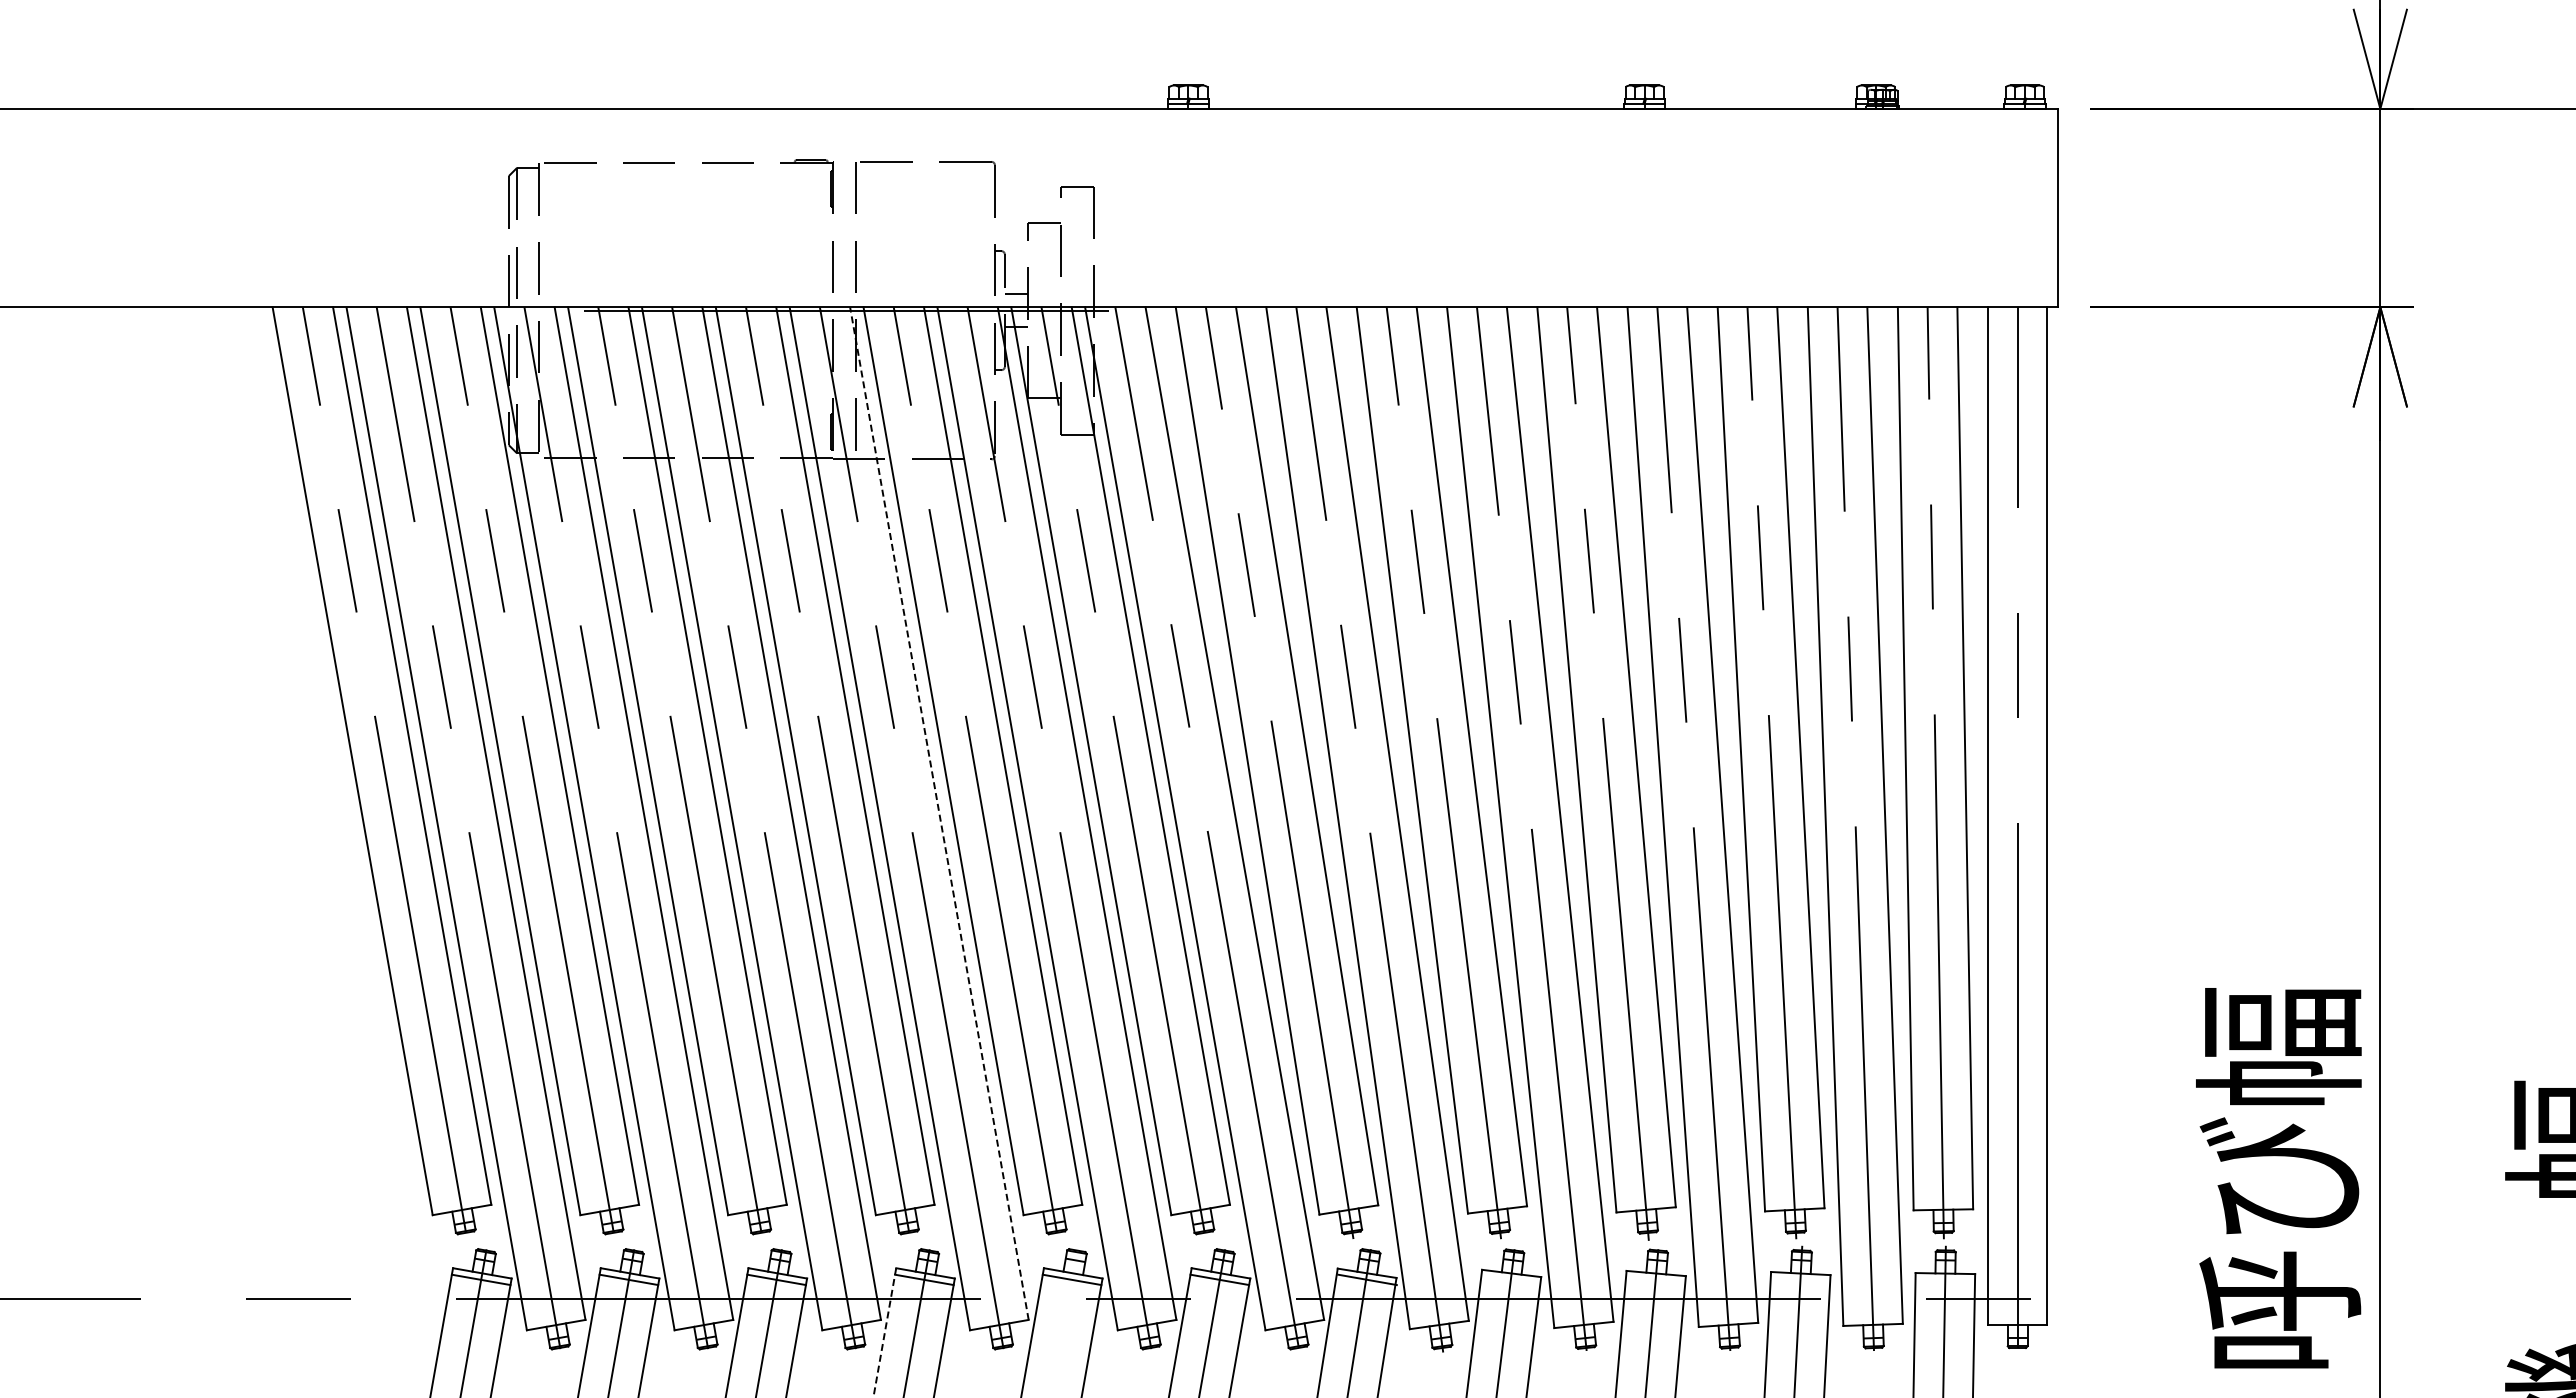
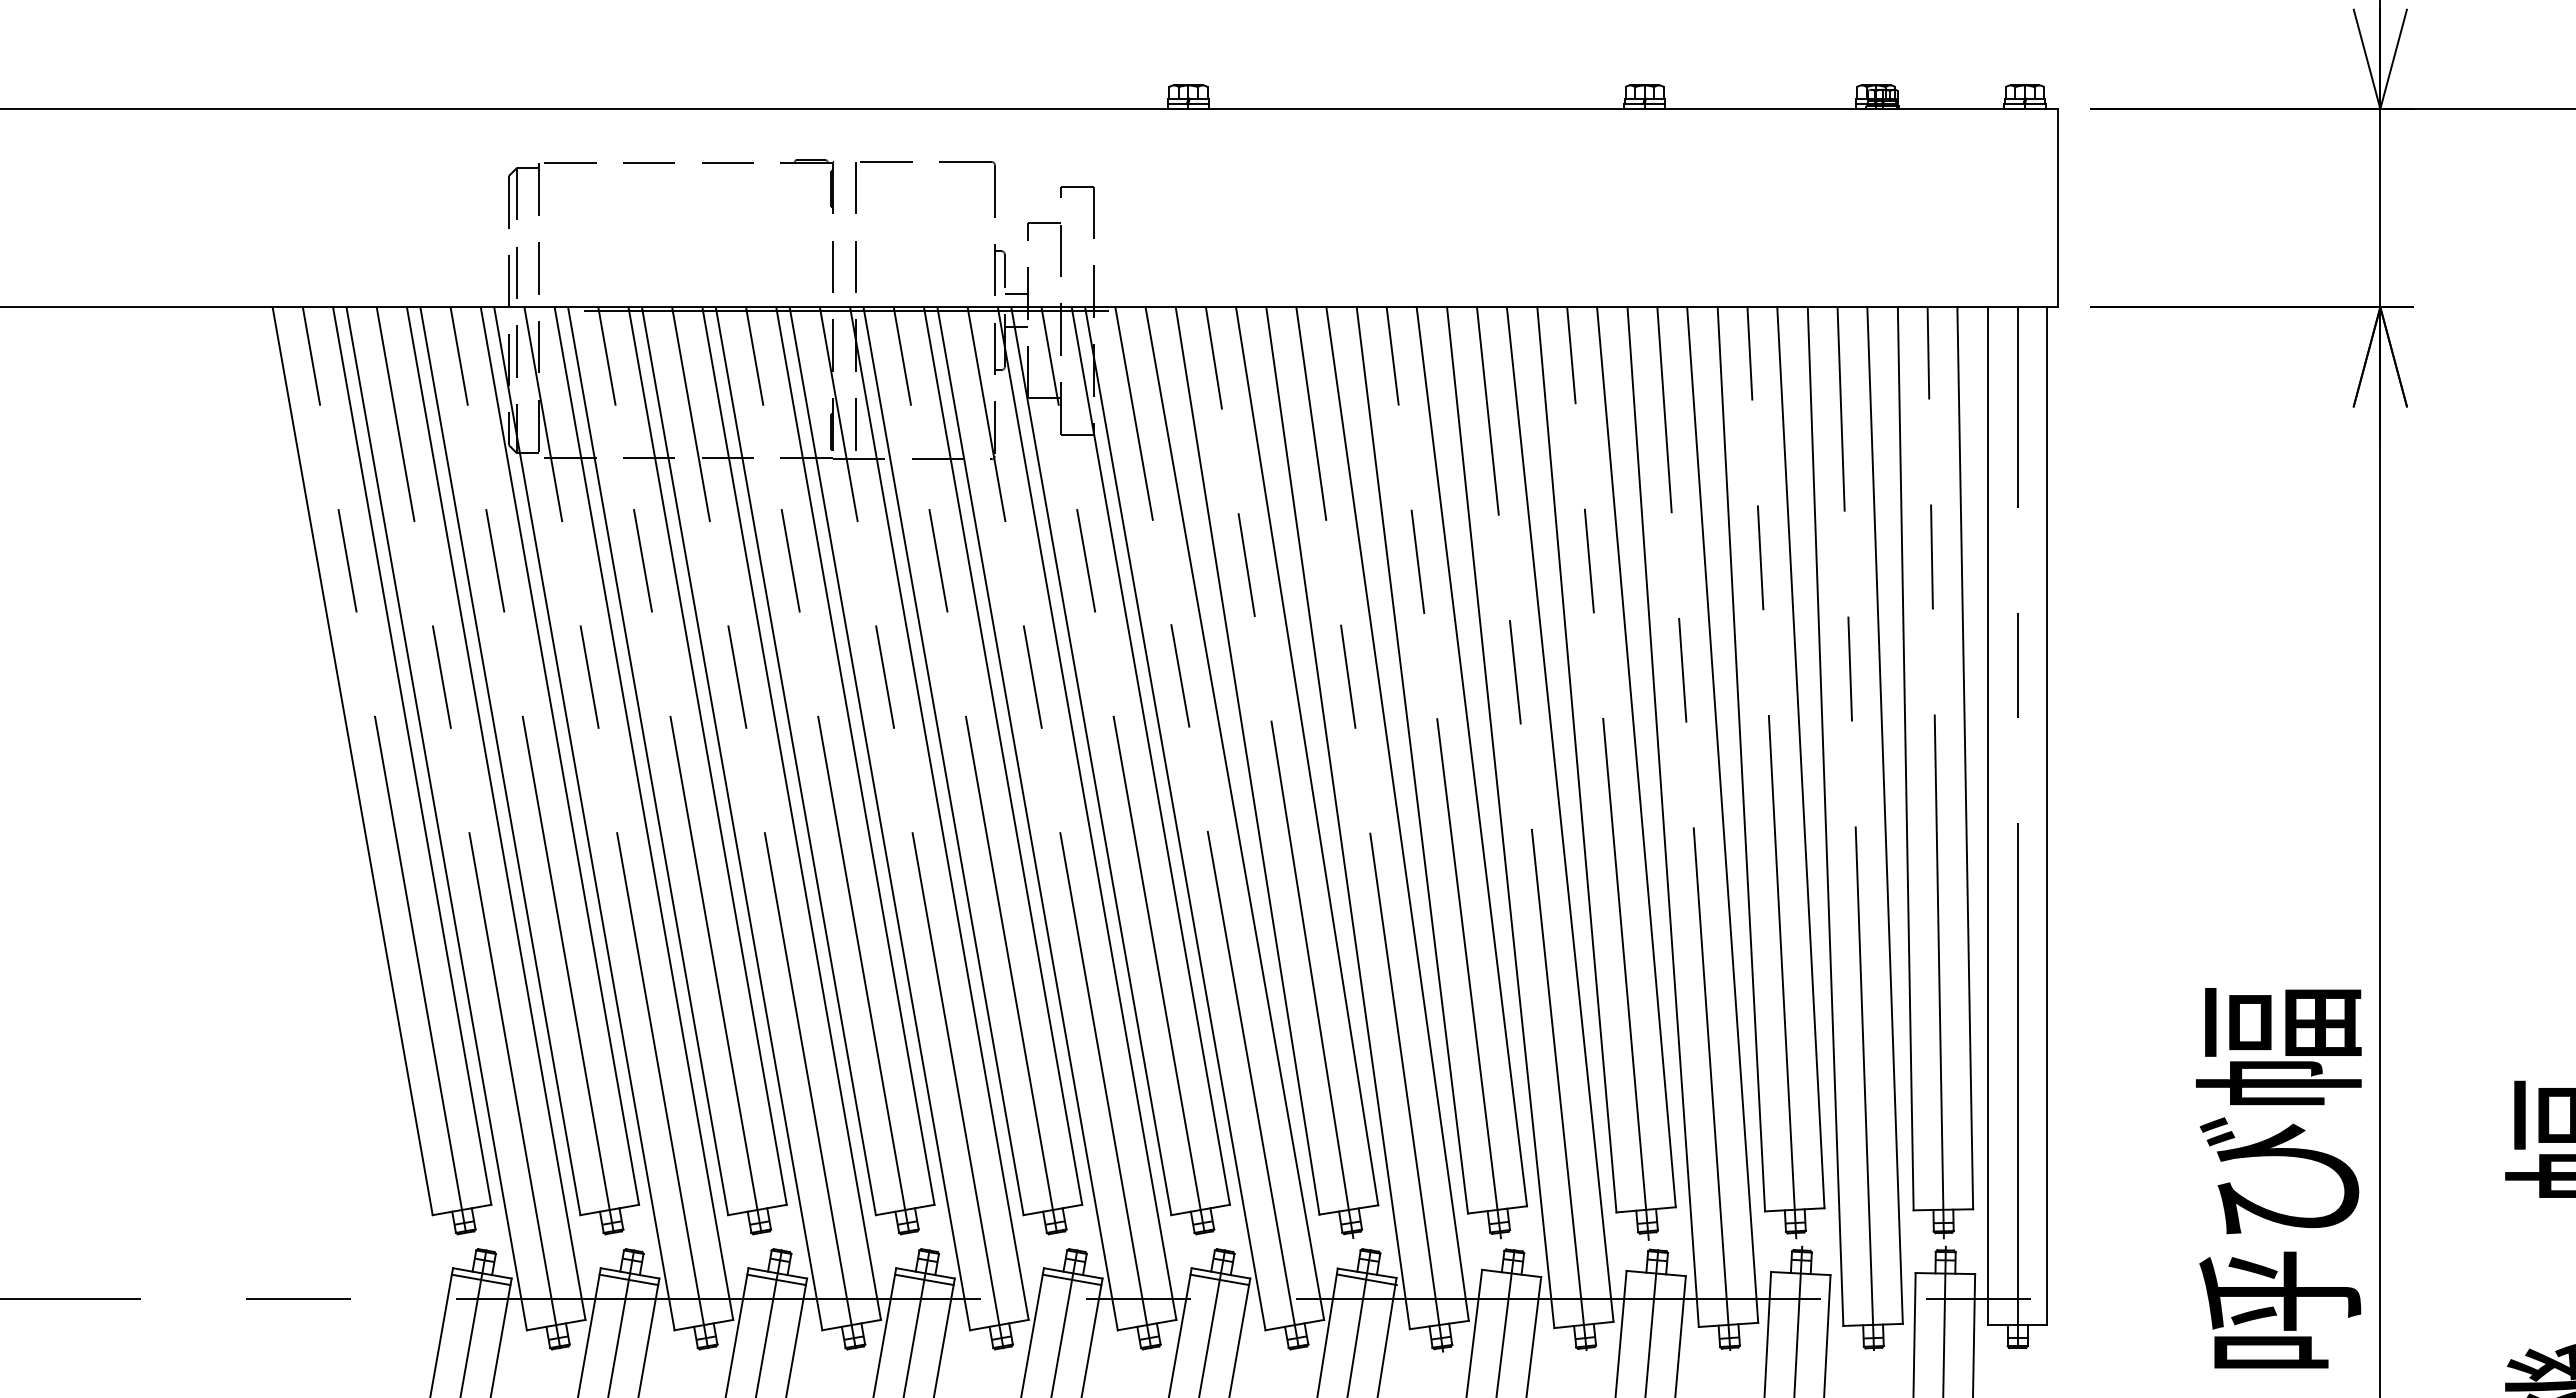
line at (939, 813): dashed -> solid
line at (1064, 1321): none -> present
line at (884, 1333): dashed -> solid
